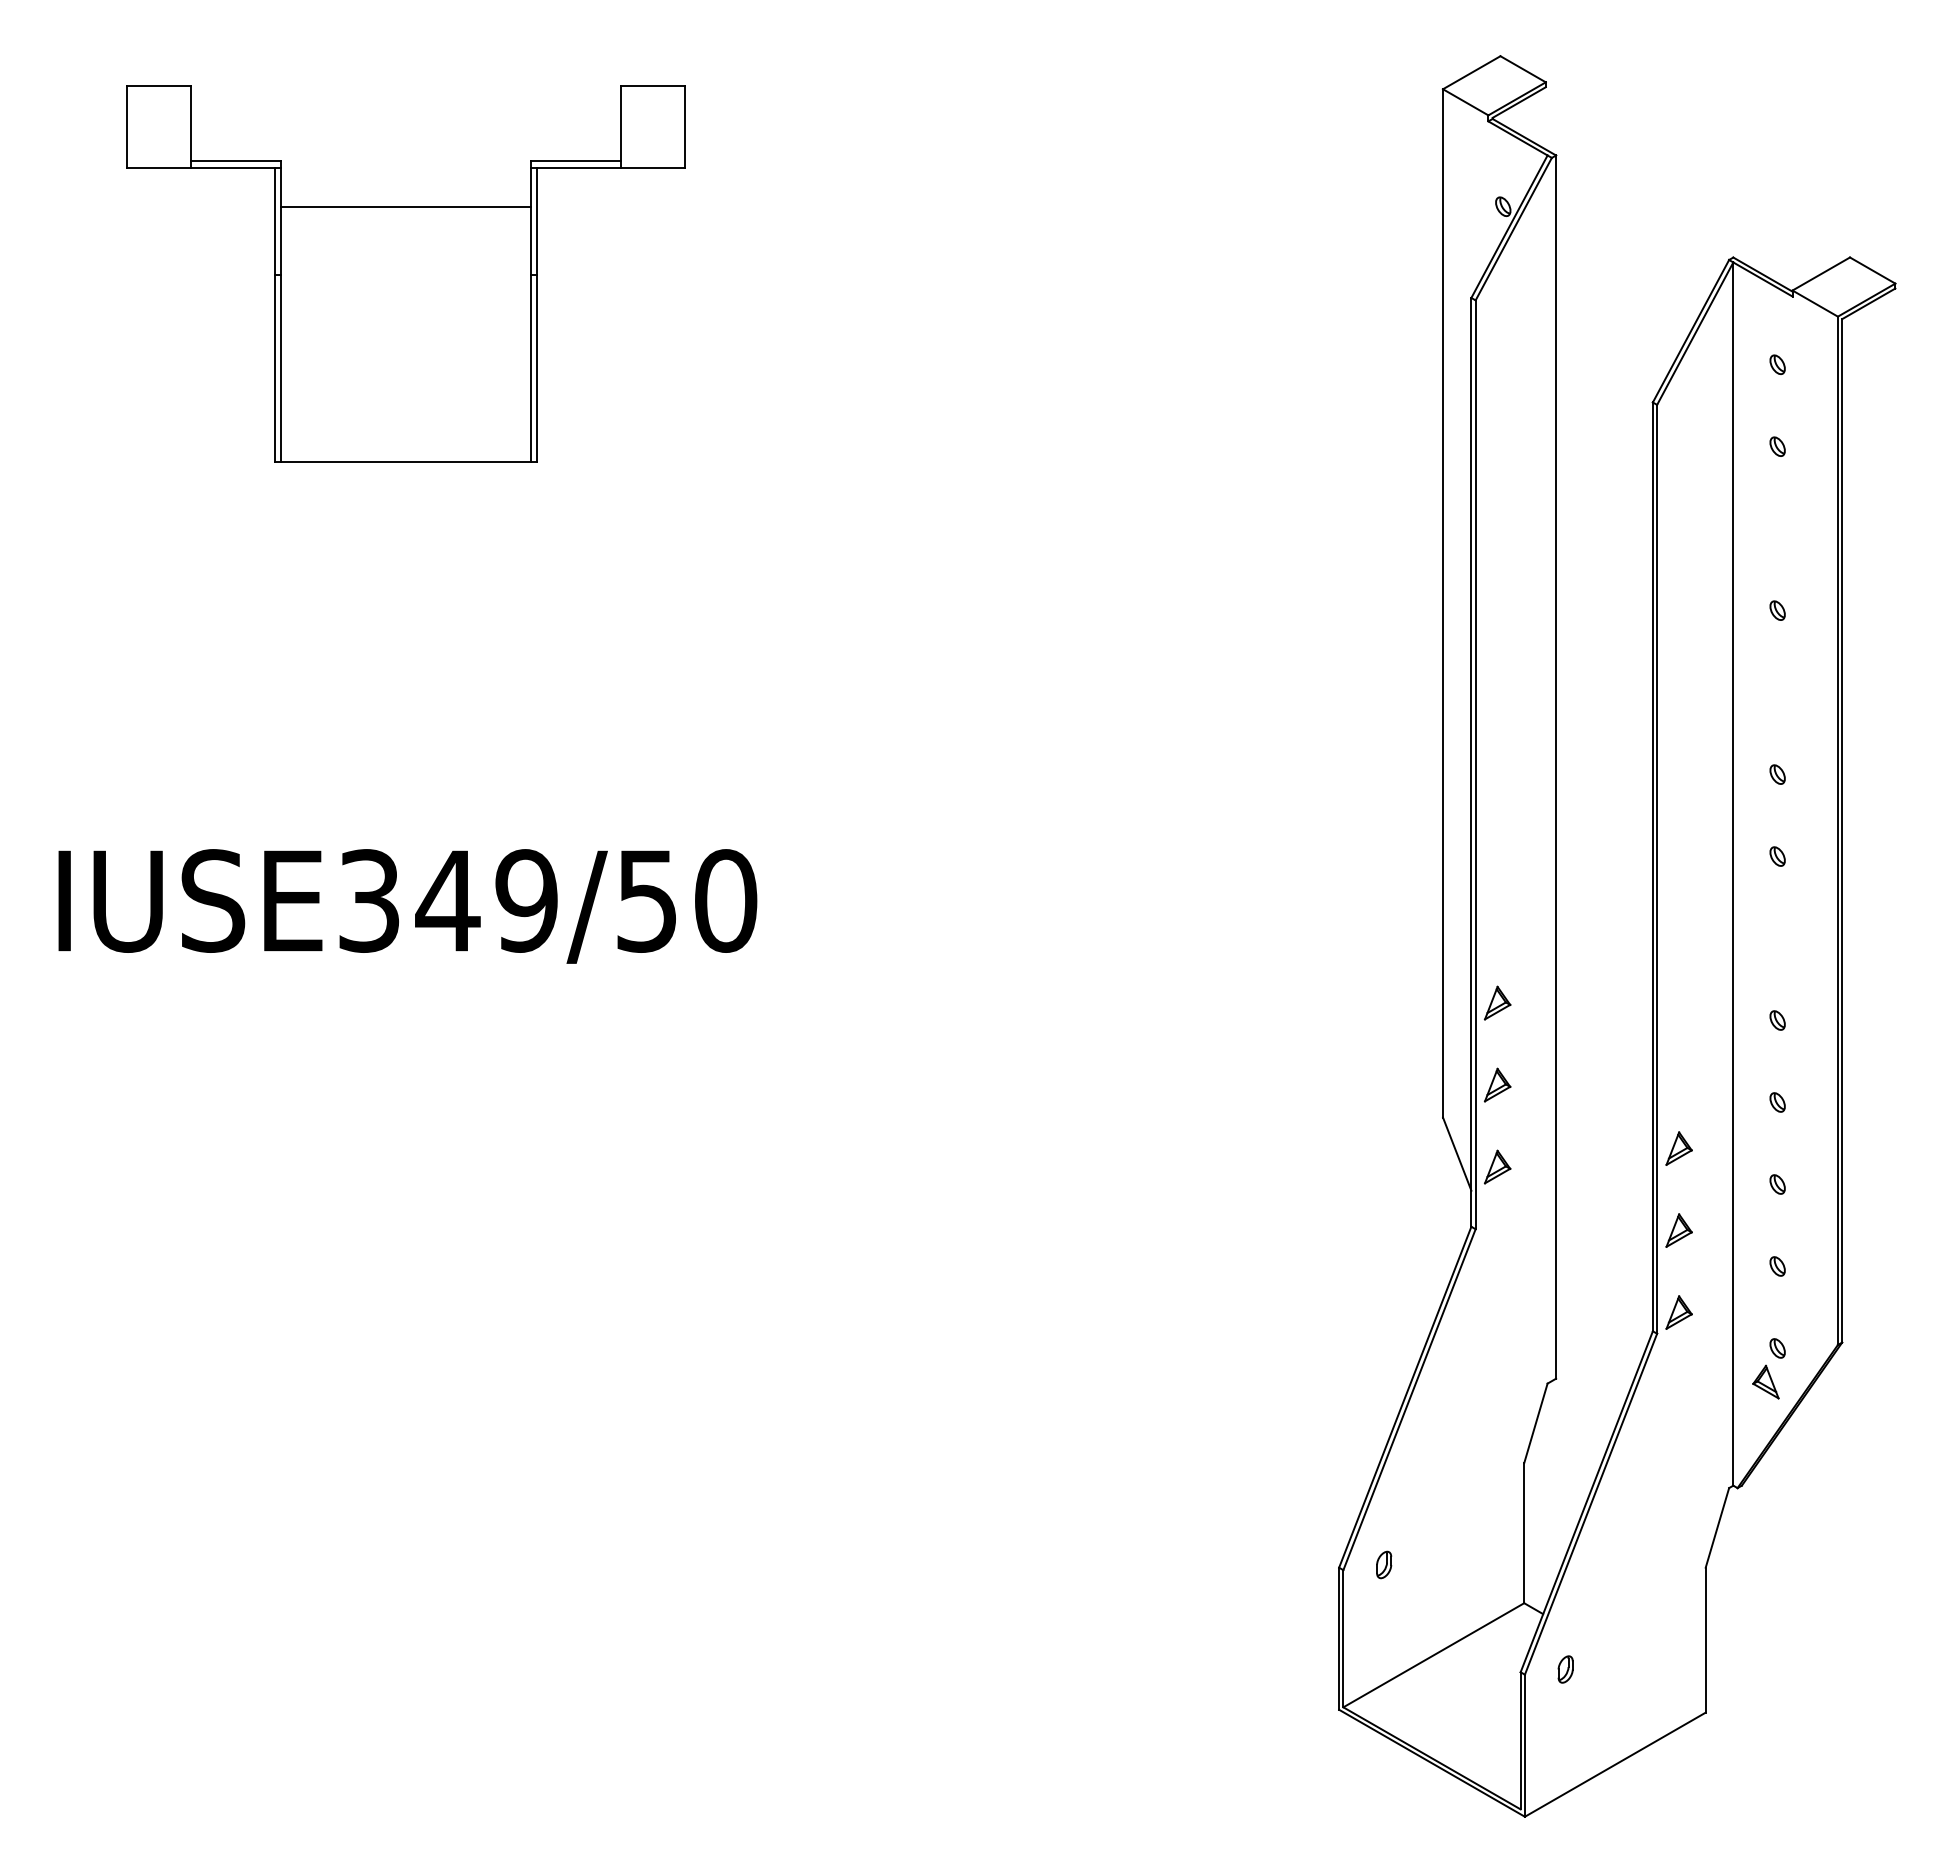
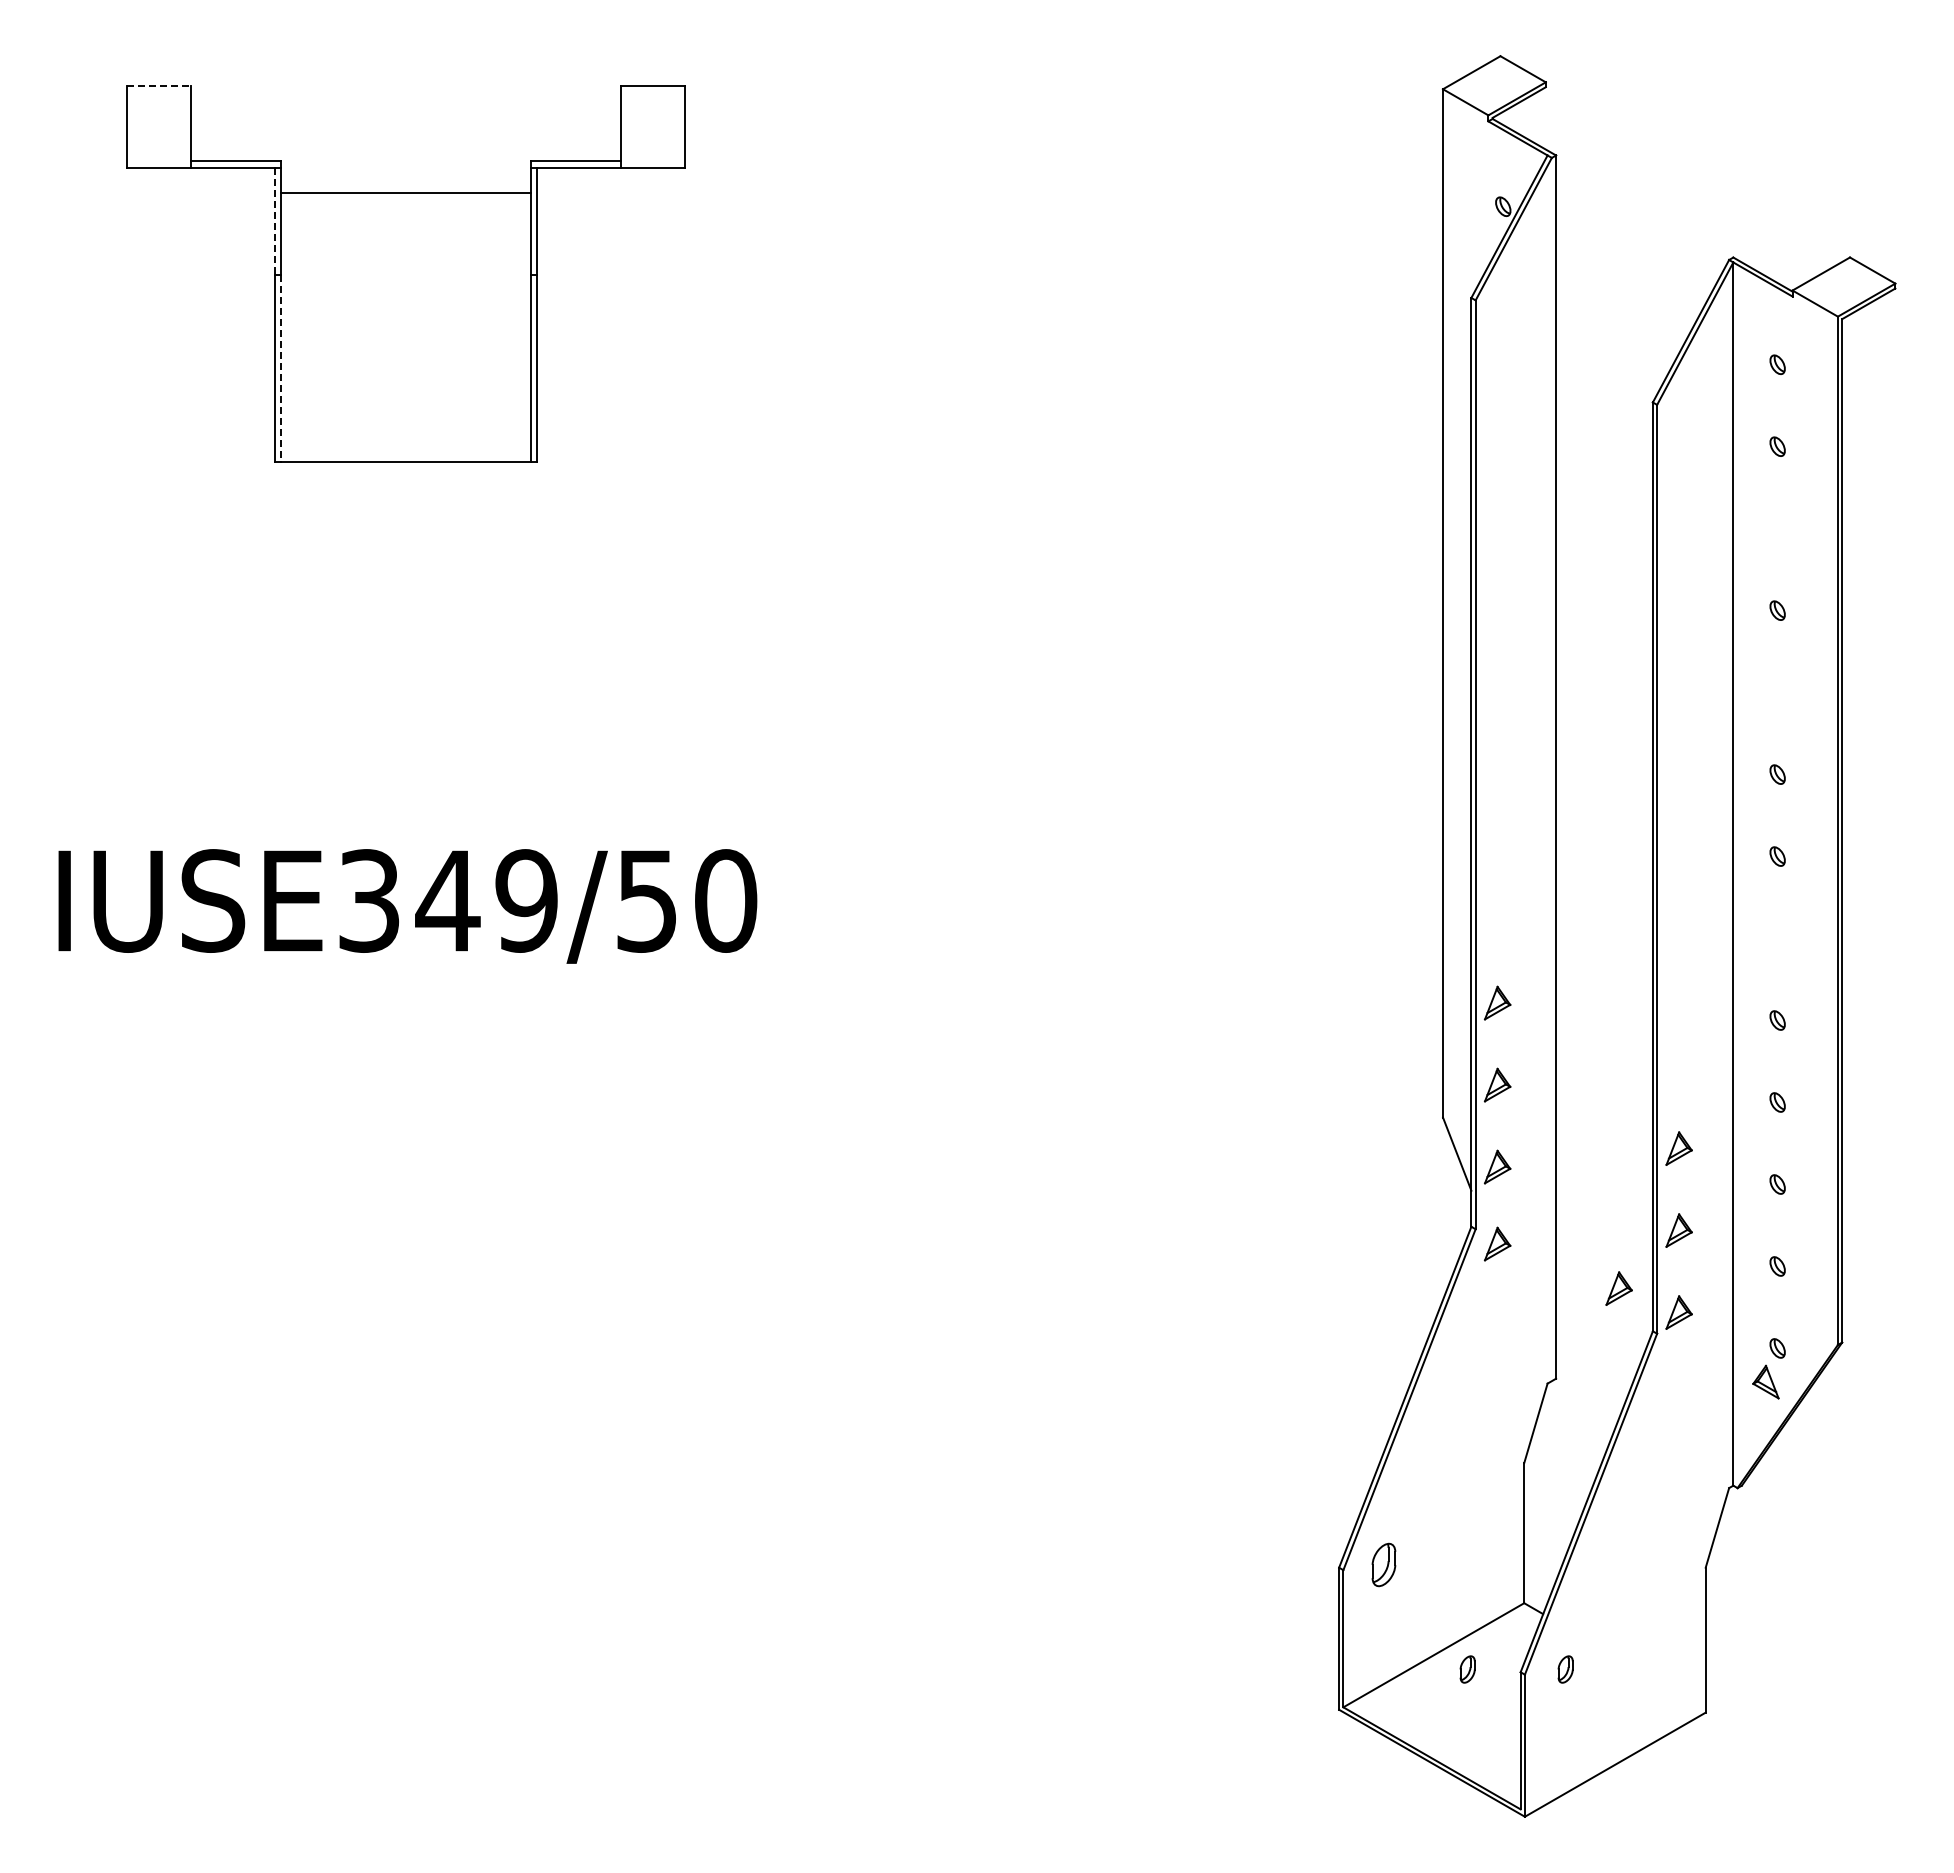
line at (159, 86): solid -> dashed
line at (405, 206) position: (405, 206) -> (405, 192)
line at (274, 221): solid -> dashed
line at (280, 368): solid -> dashed
part at (1497, 1243): none -> present
part at (1618, 1288): none -> present
part at (1384, 1564) size: 17x30 px -> 26x46 px
part at (1467, 1669): none -> present
